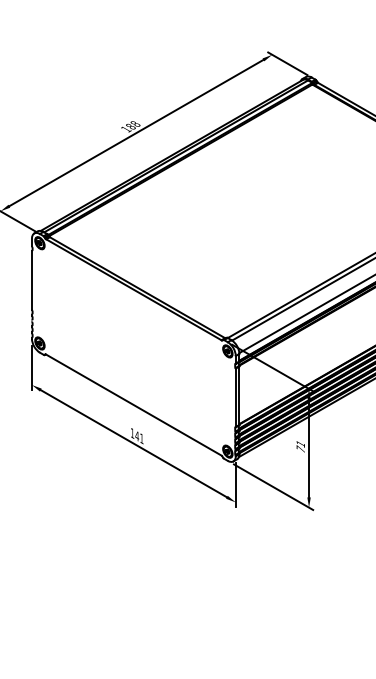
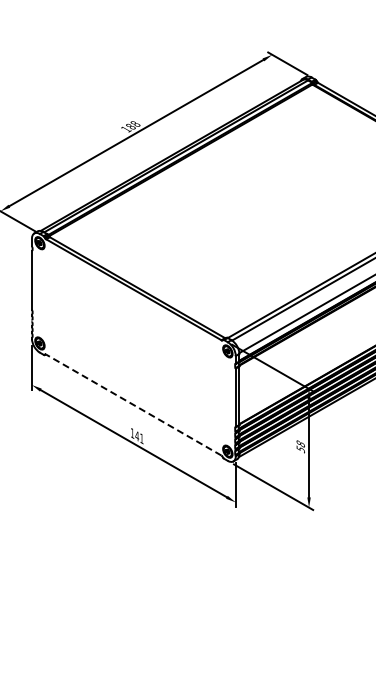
line at (133, 404): solid -> dashed
text at (300, 446): 71 -> 58
